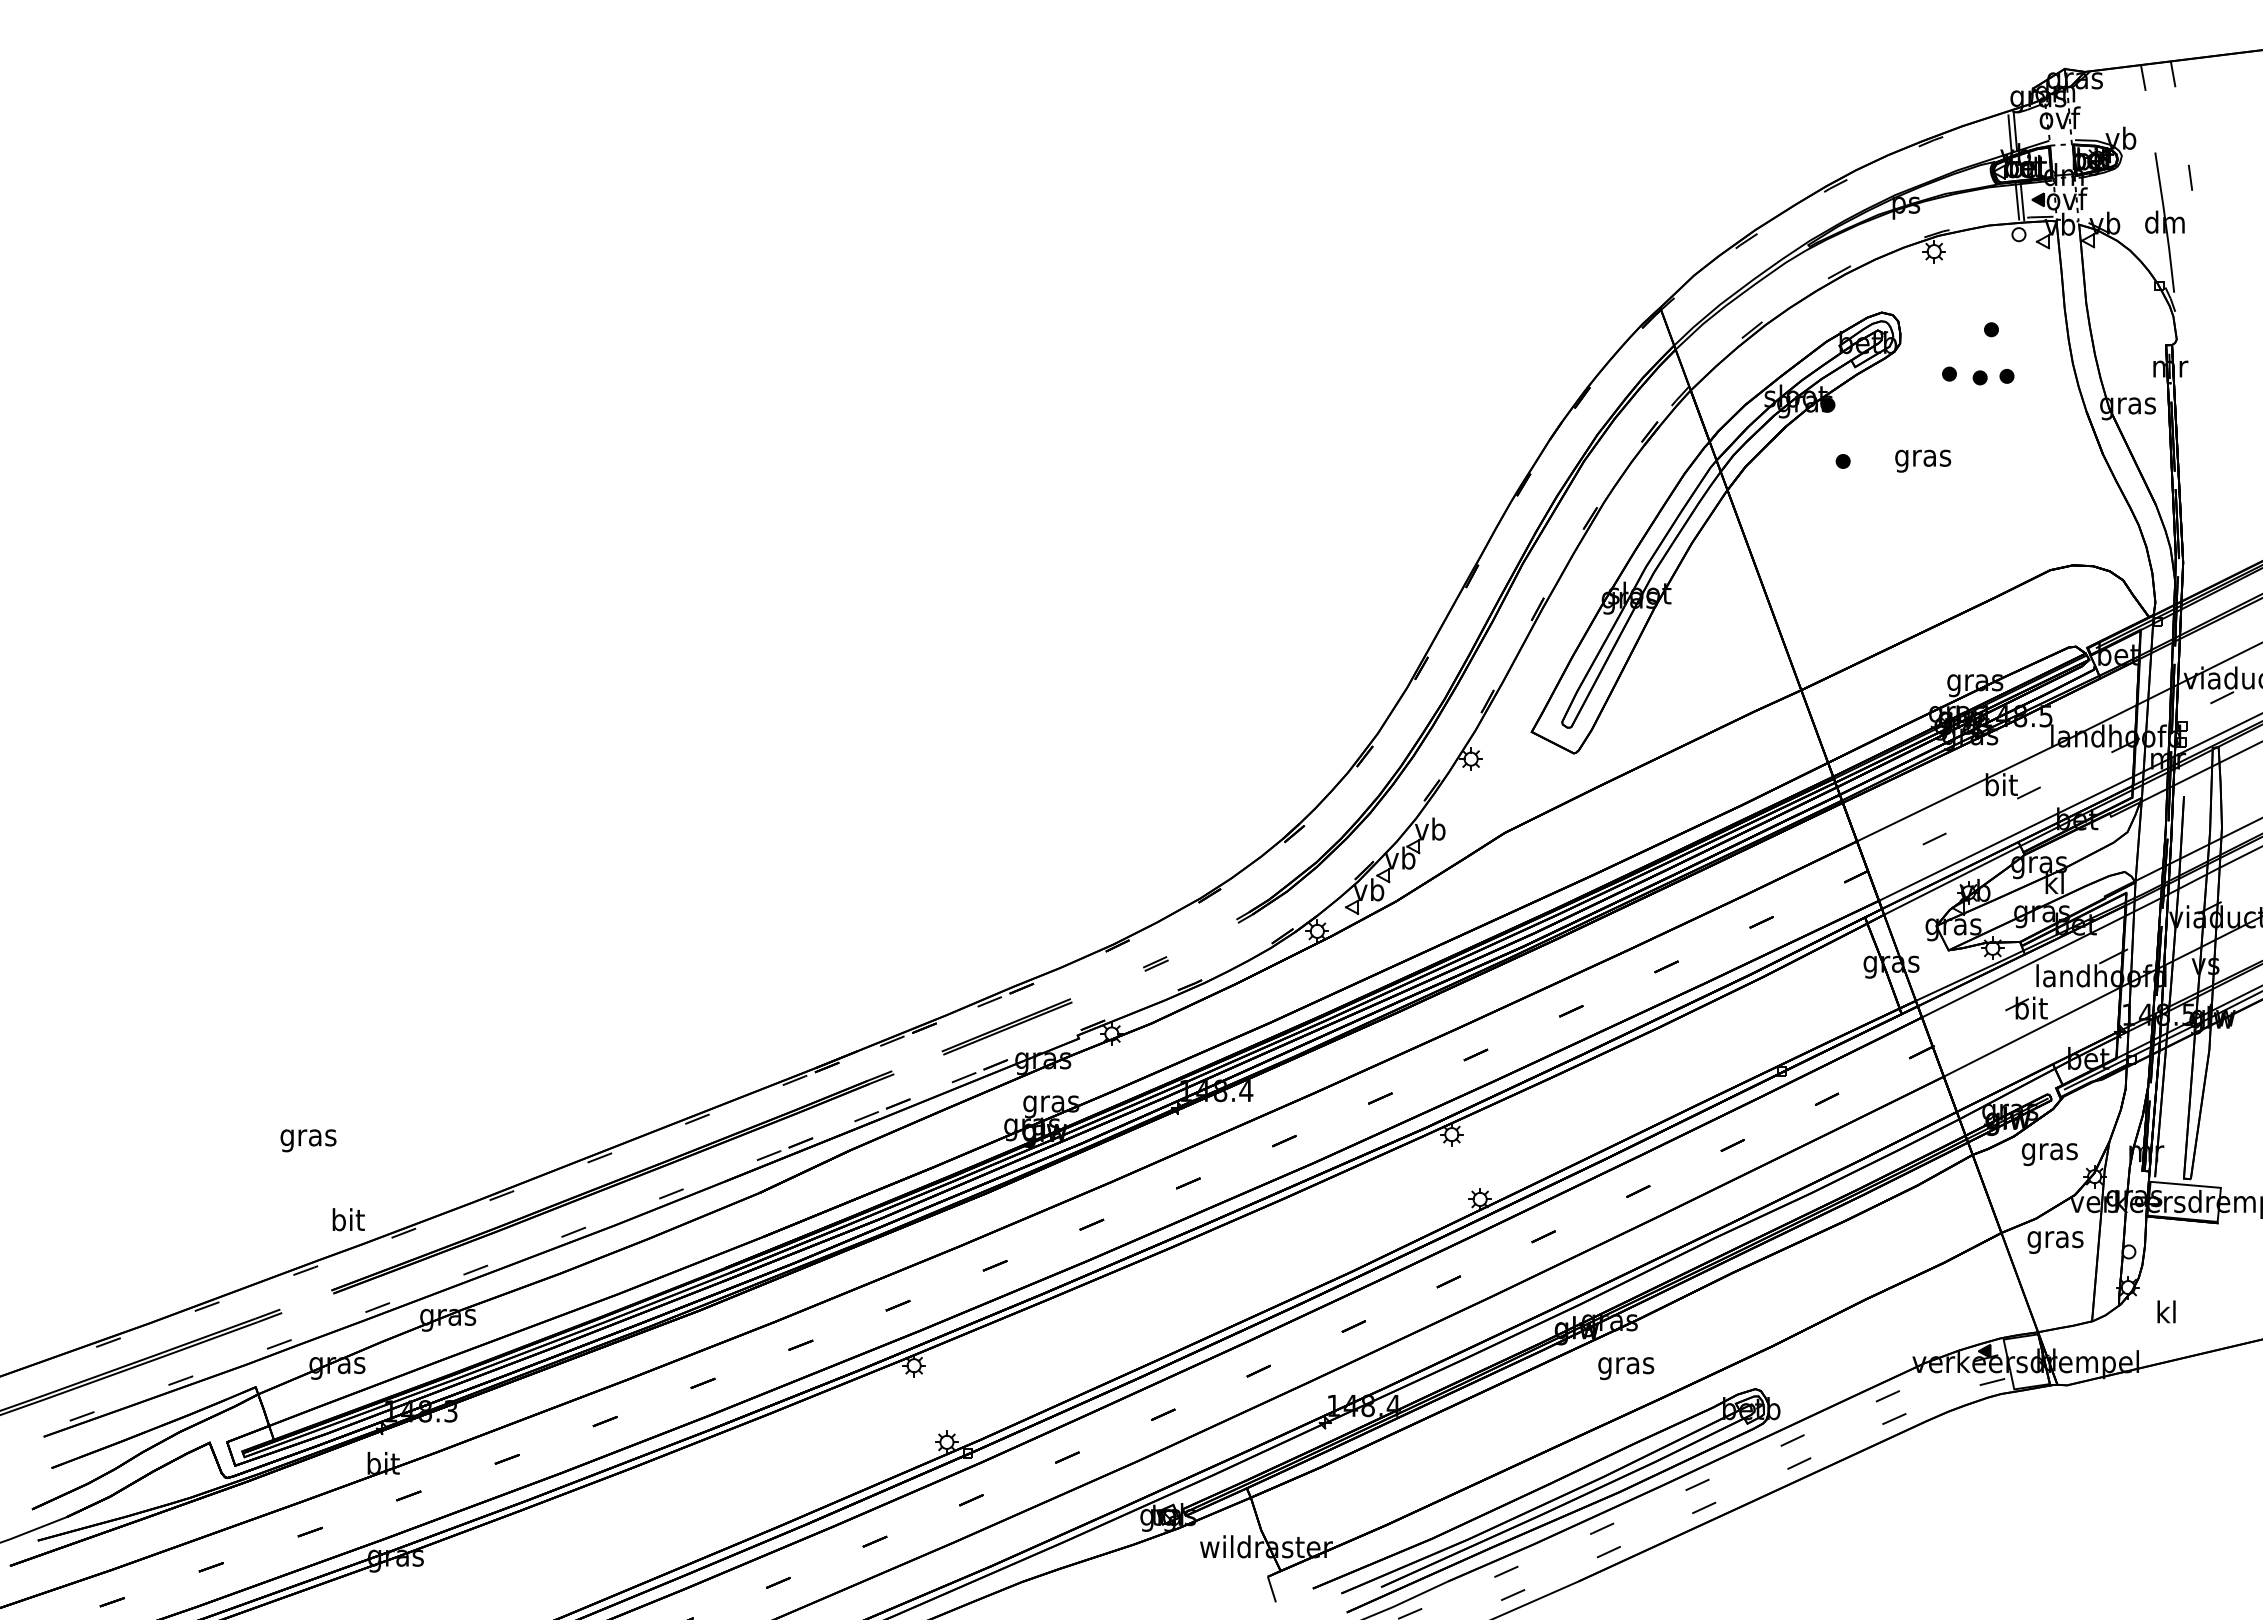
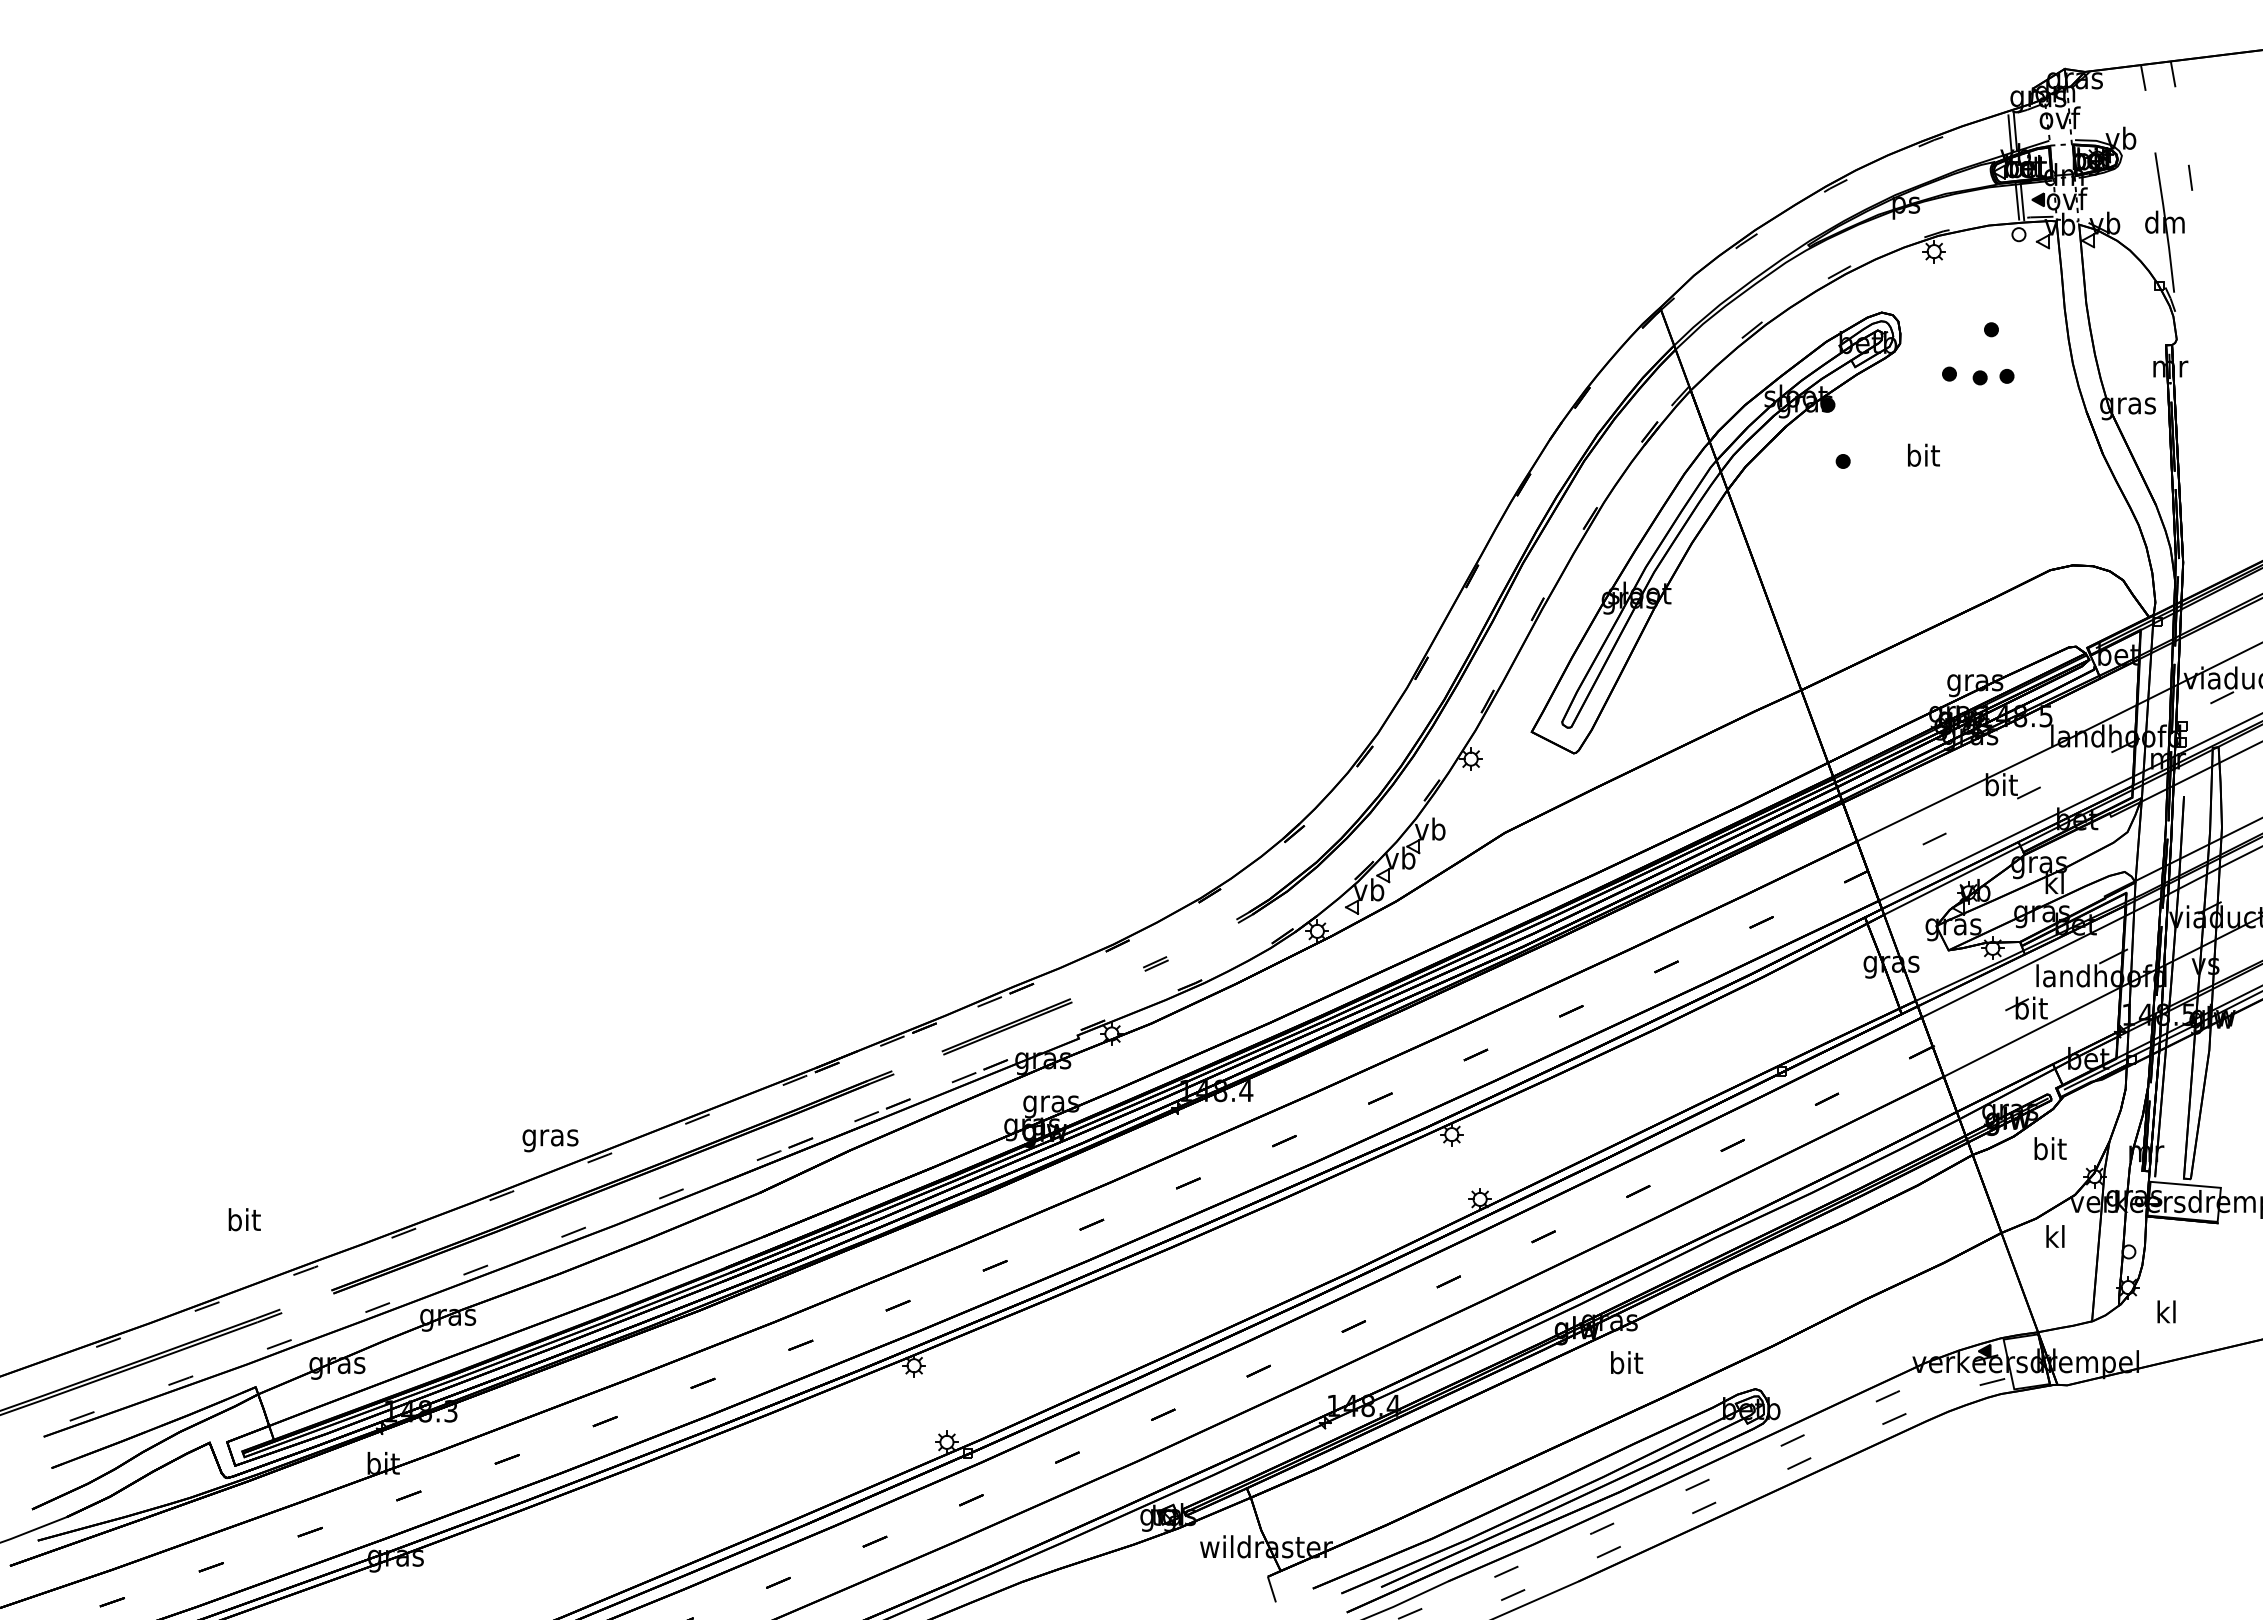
text at (1923, 457): gras -> bit
text at (308, 1140) position: (308, 1140) -> (550, 1140)
text at (2049, 1151): gras -> bit
text at (348, 1219) position: (348, 1219) -> (244, 1219)
text at (2055, 1239): gras -> kl
text at (1626, 1365): gras -> bit
